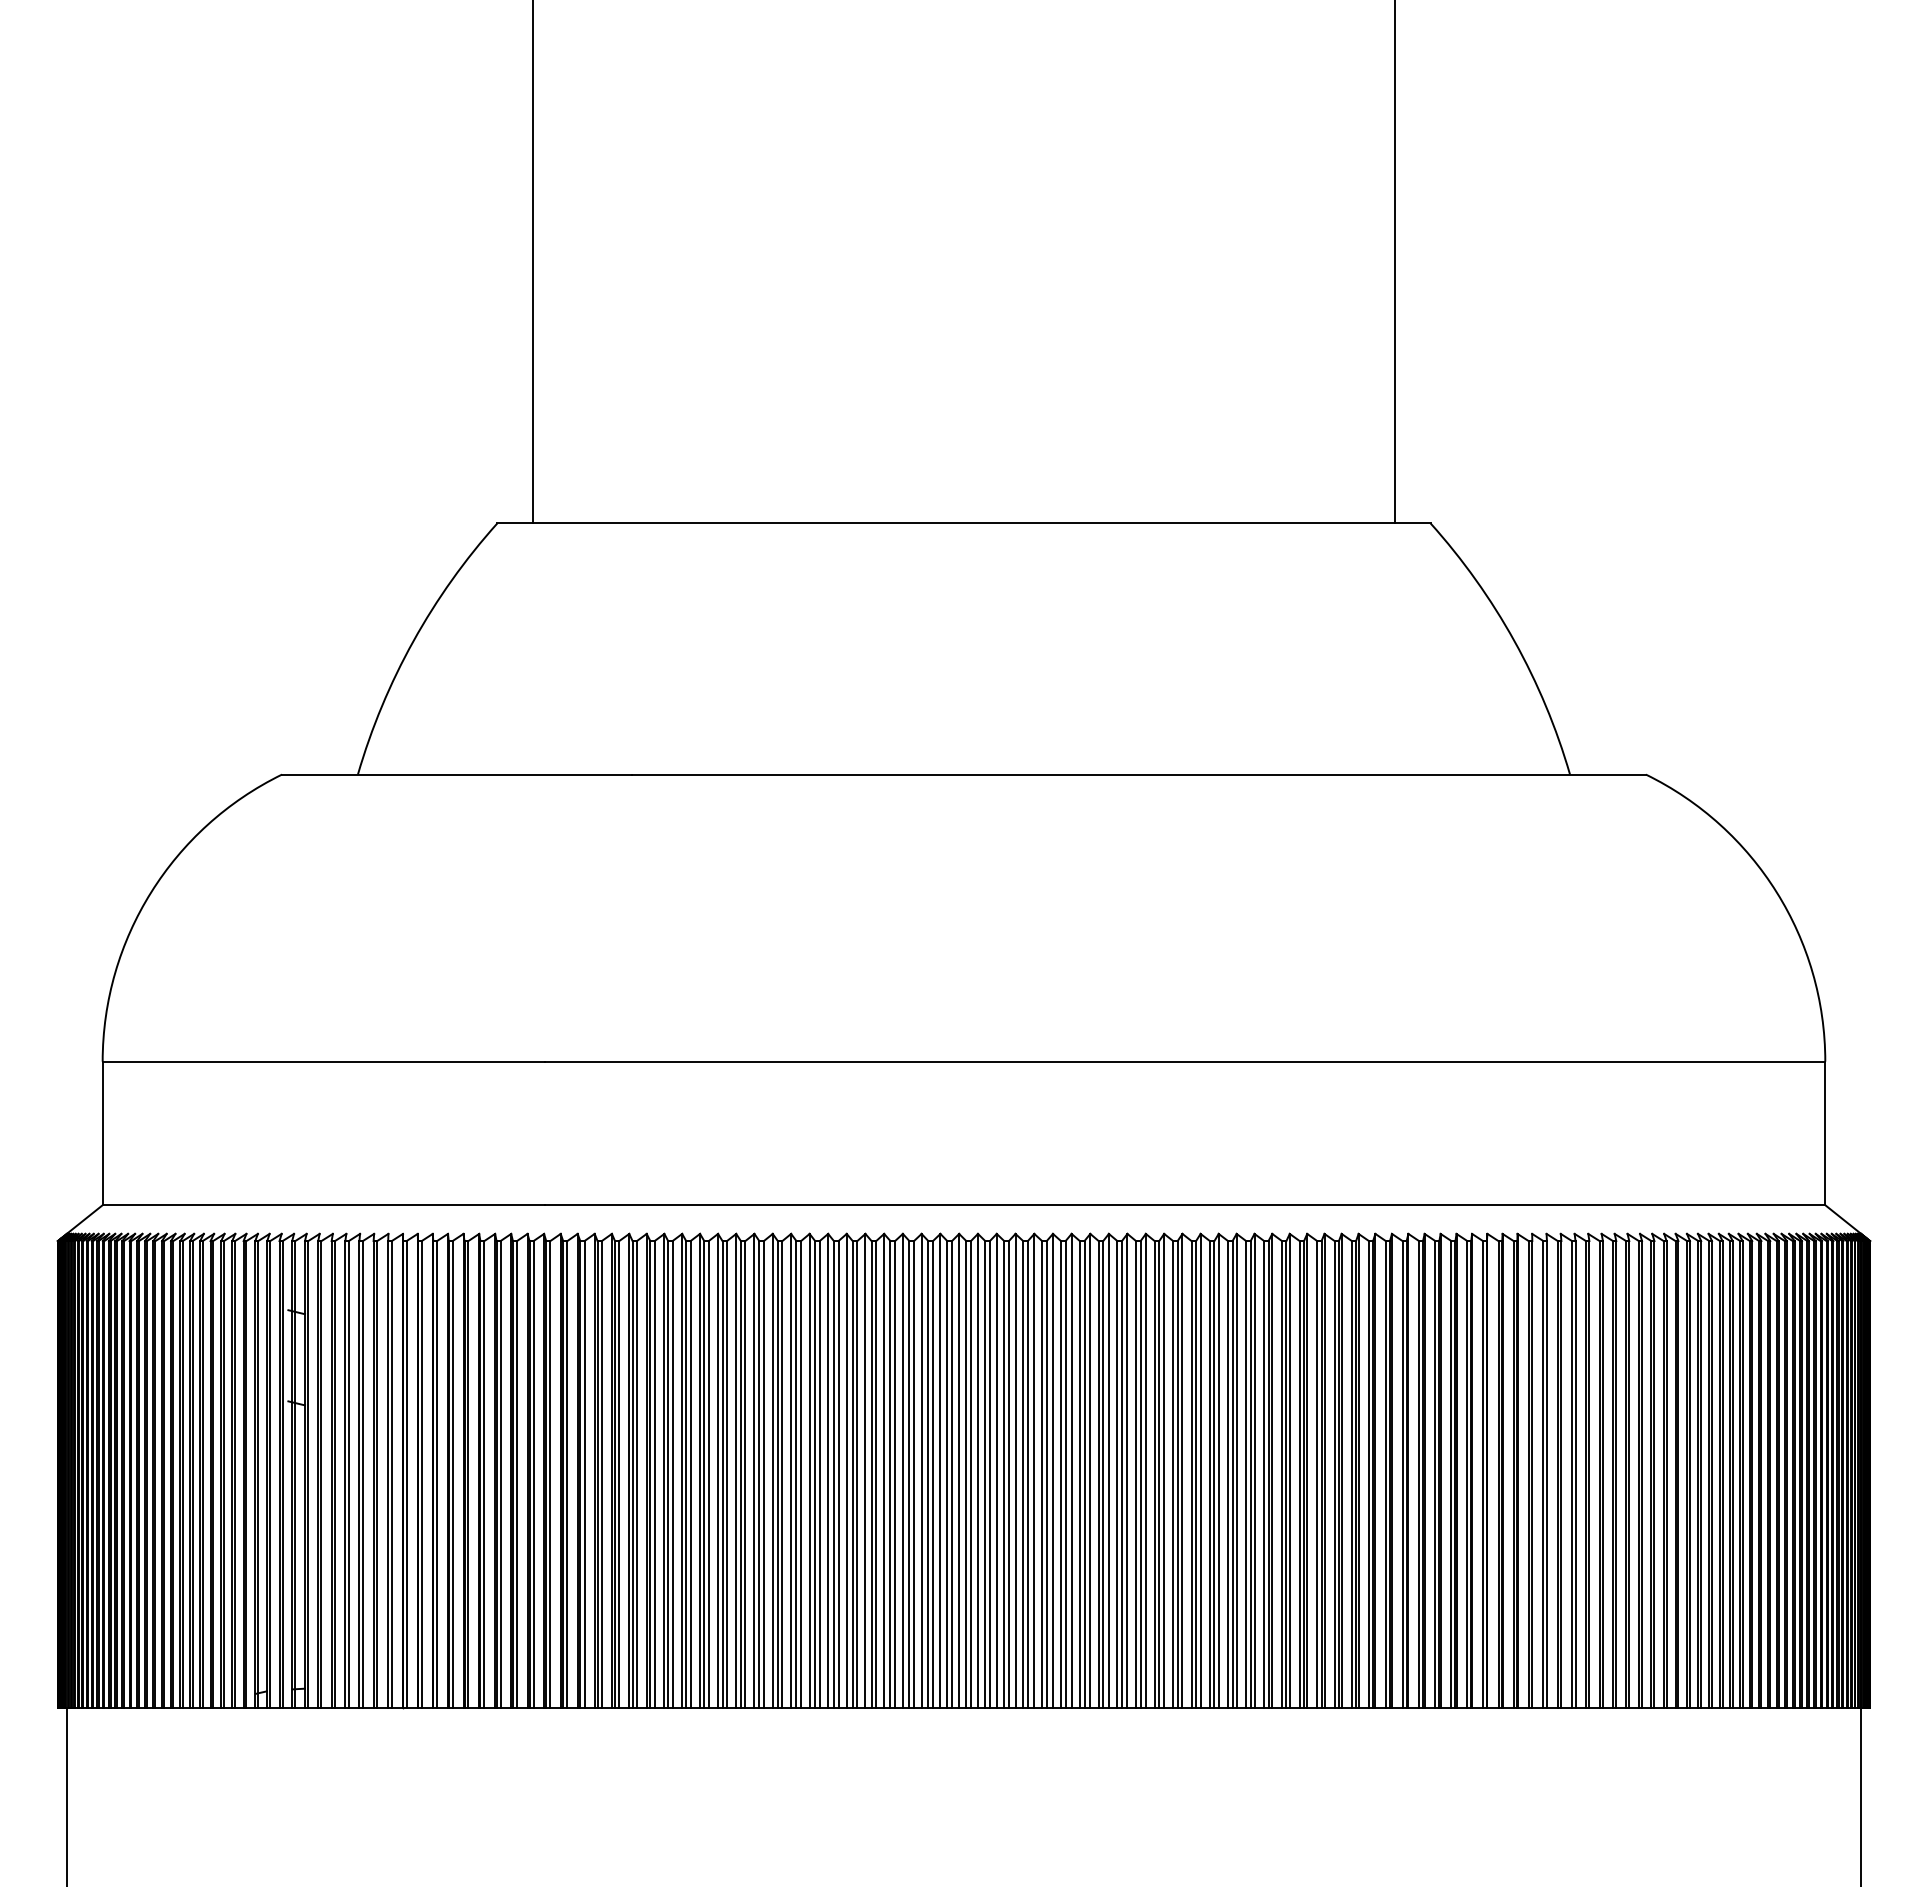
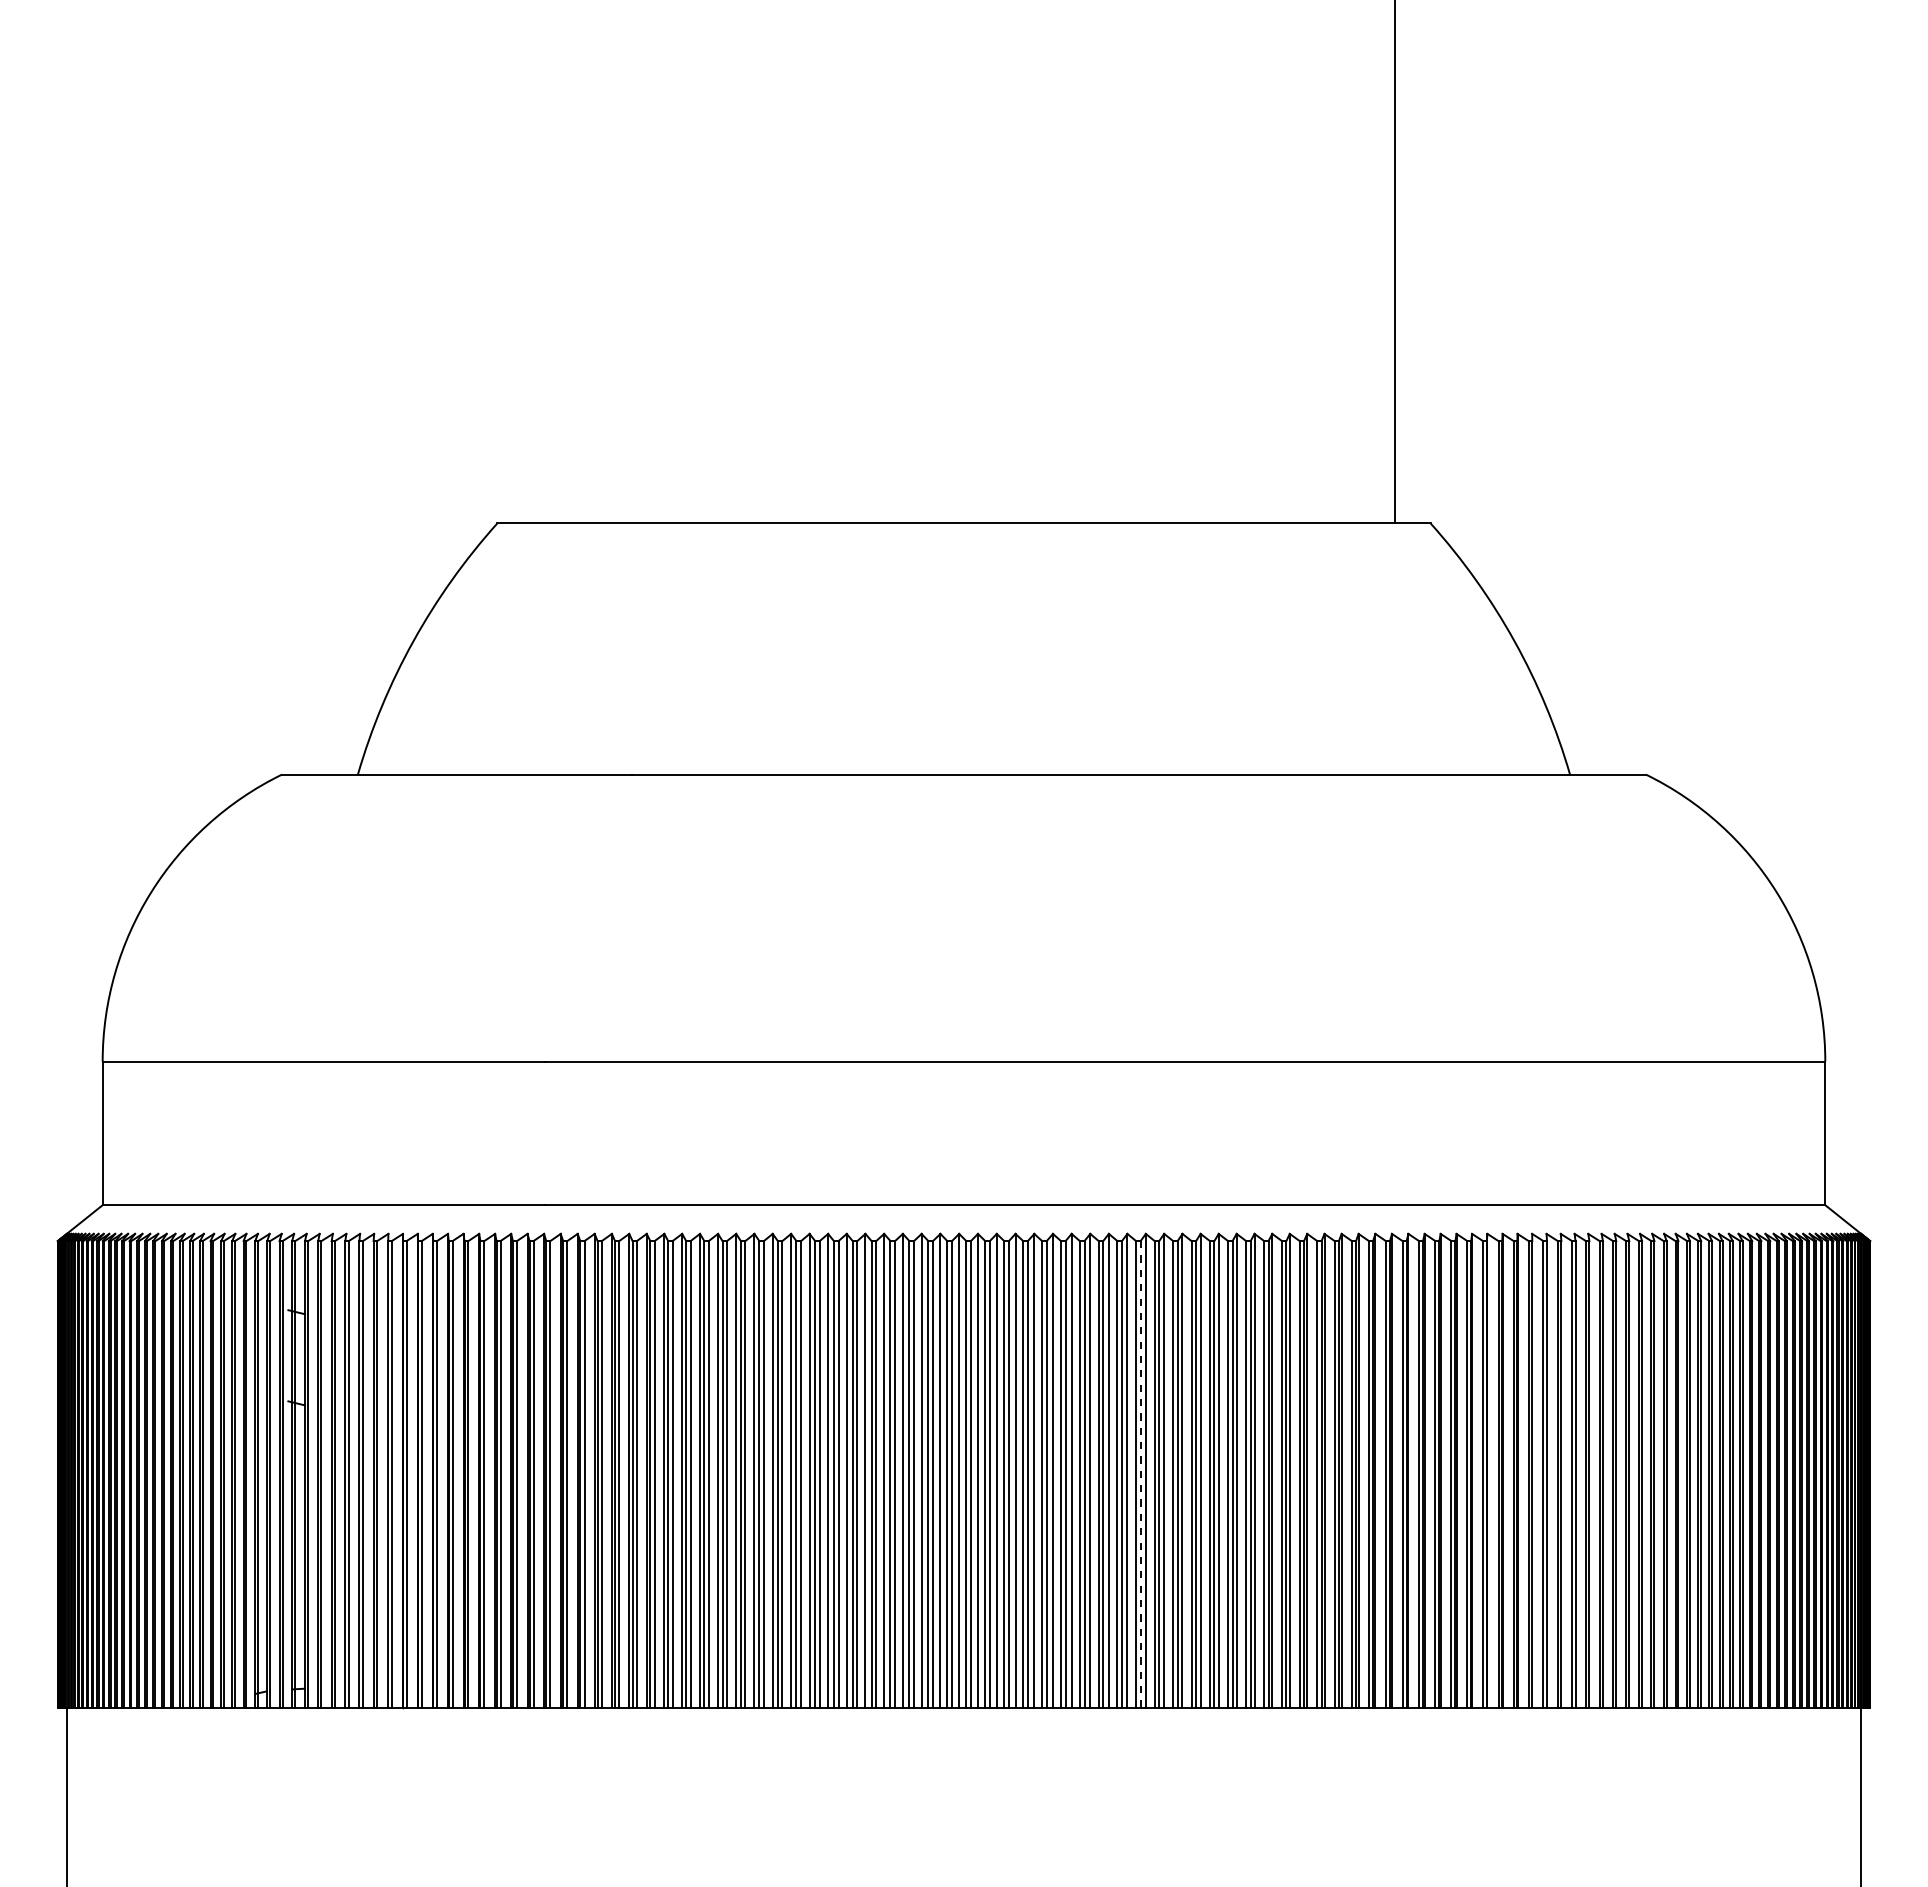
line at (533, 262): present -> none
line at (1140, 1474): solid -> dashed
